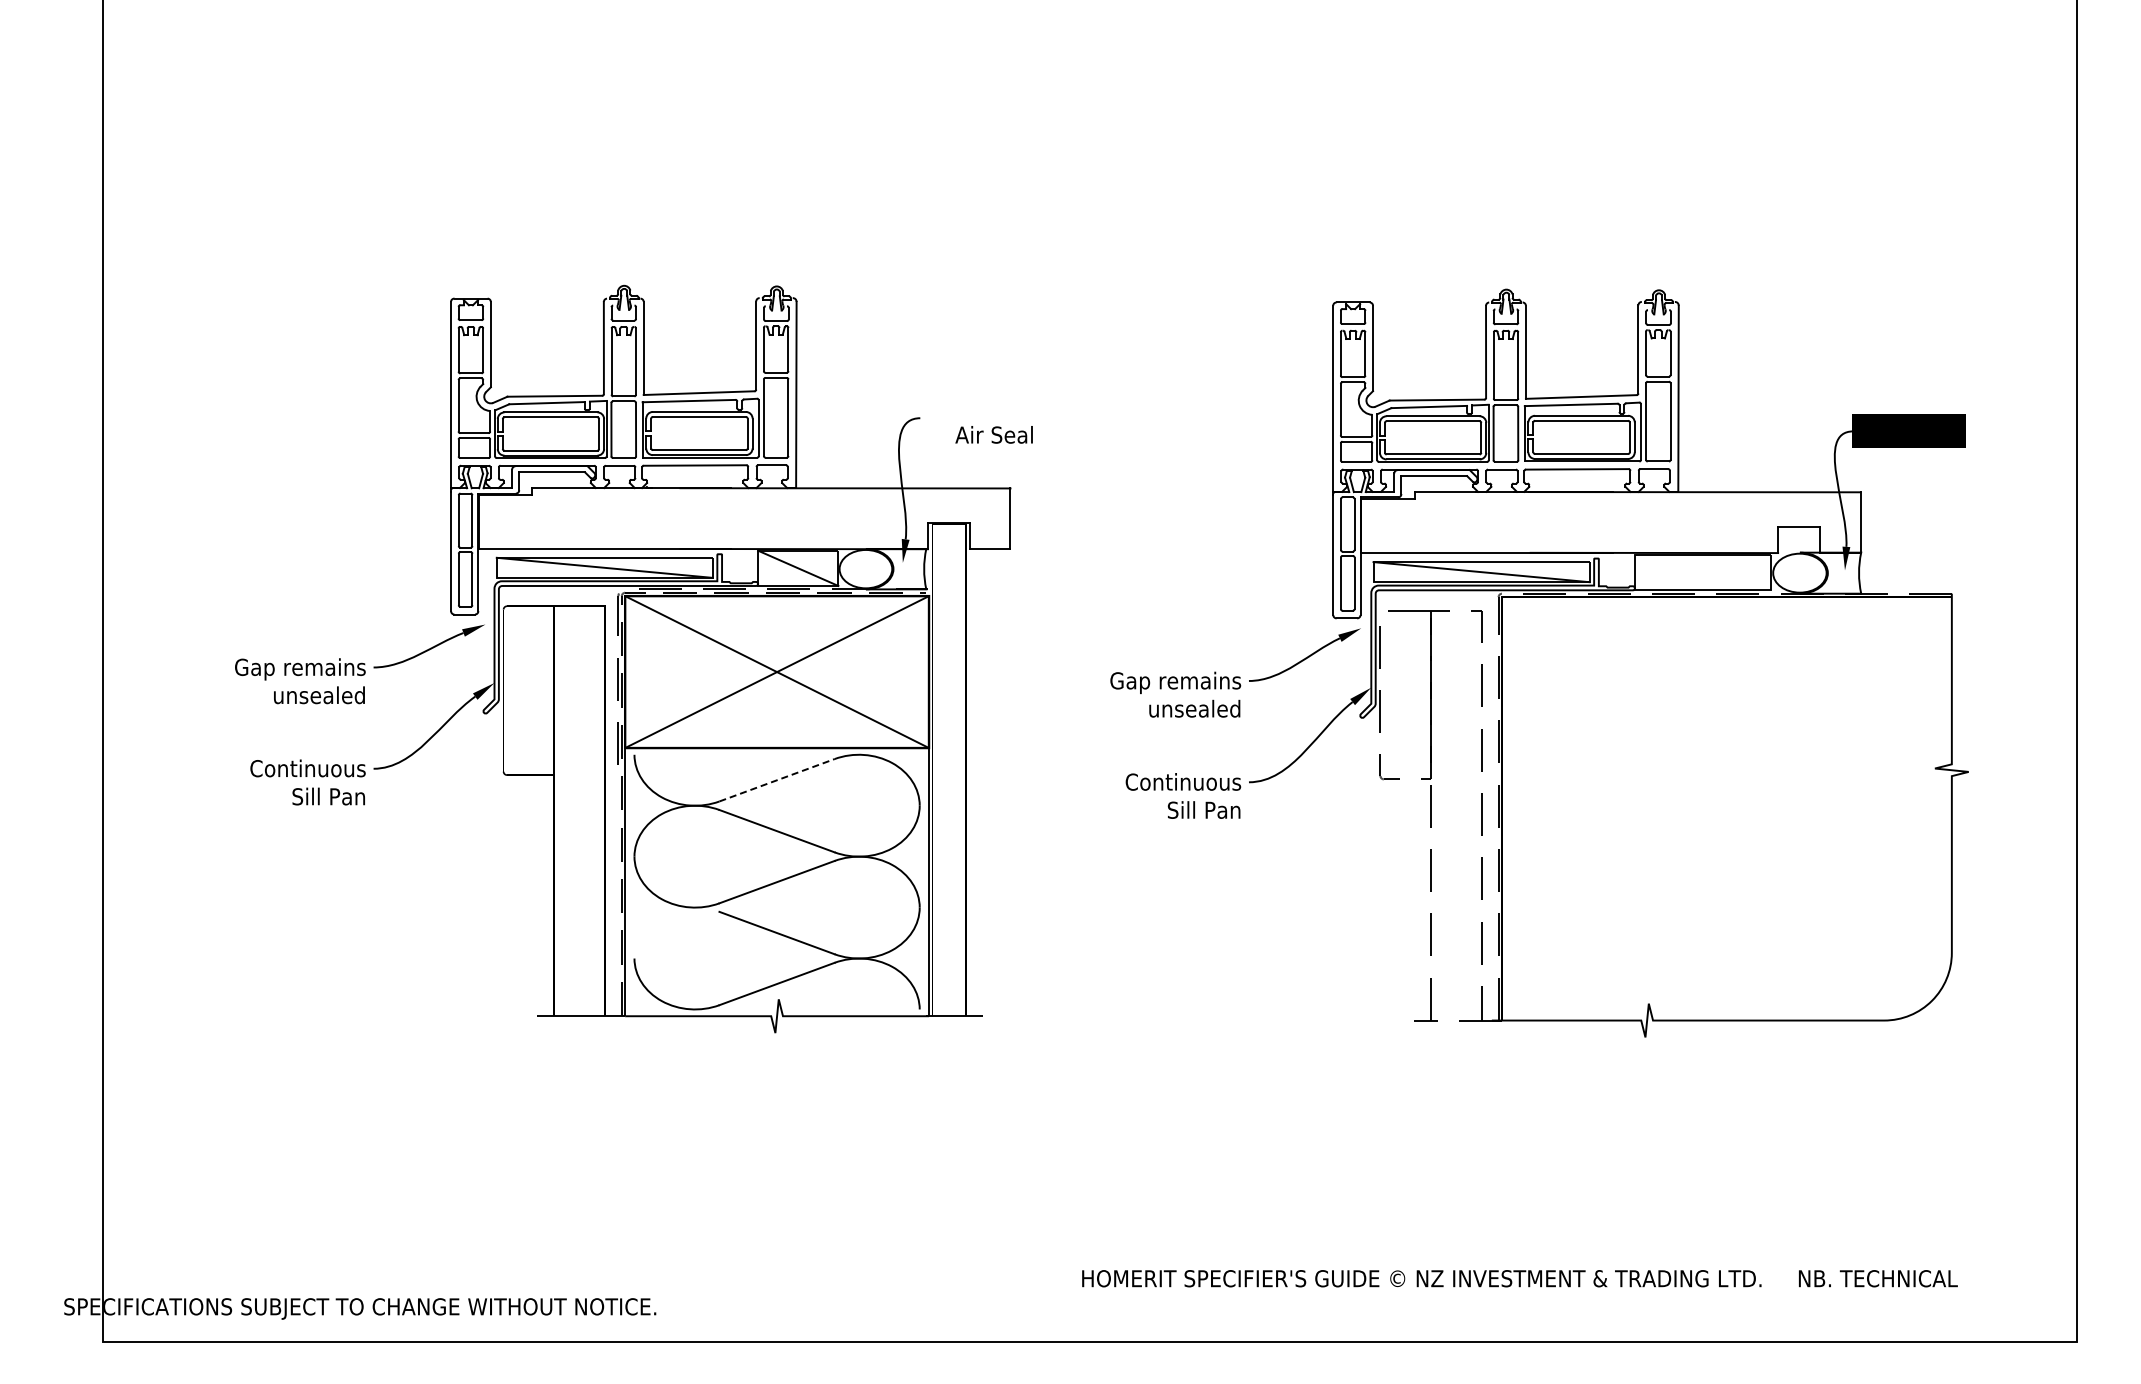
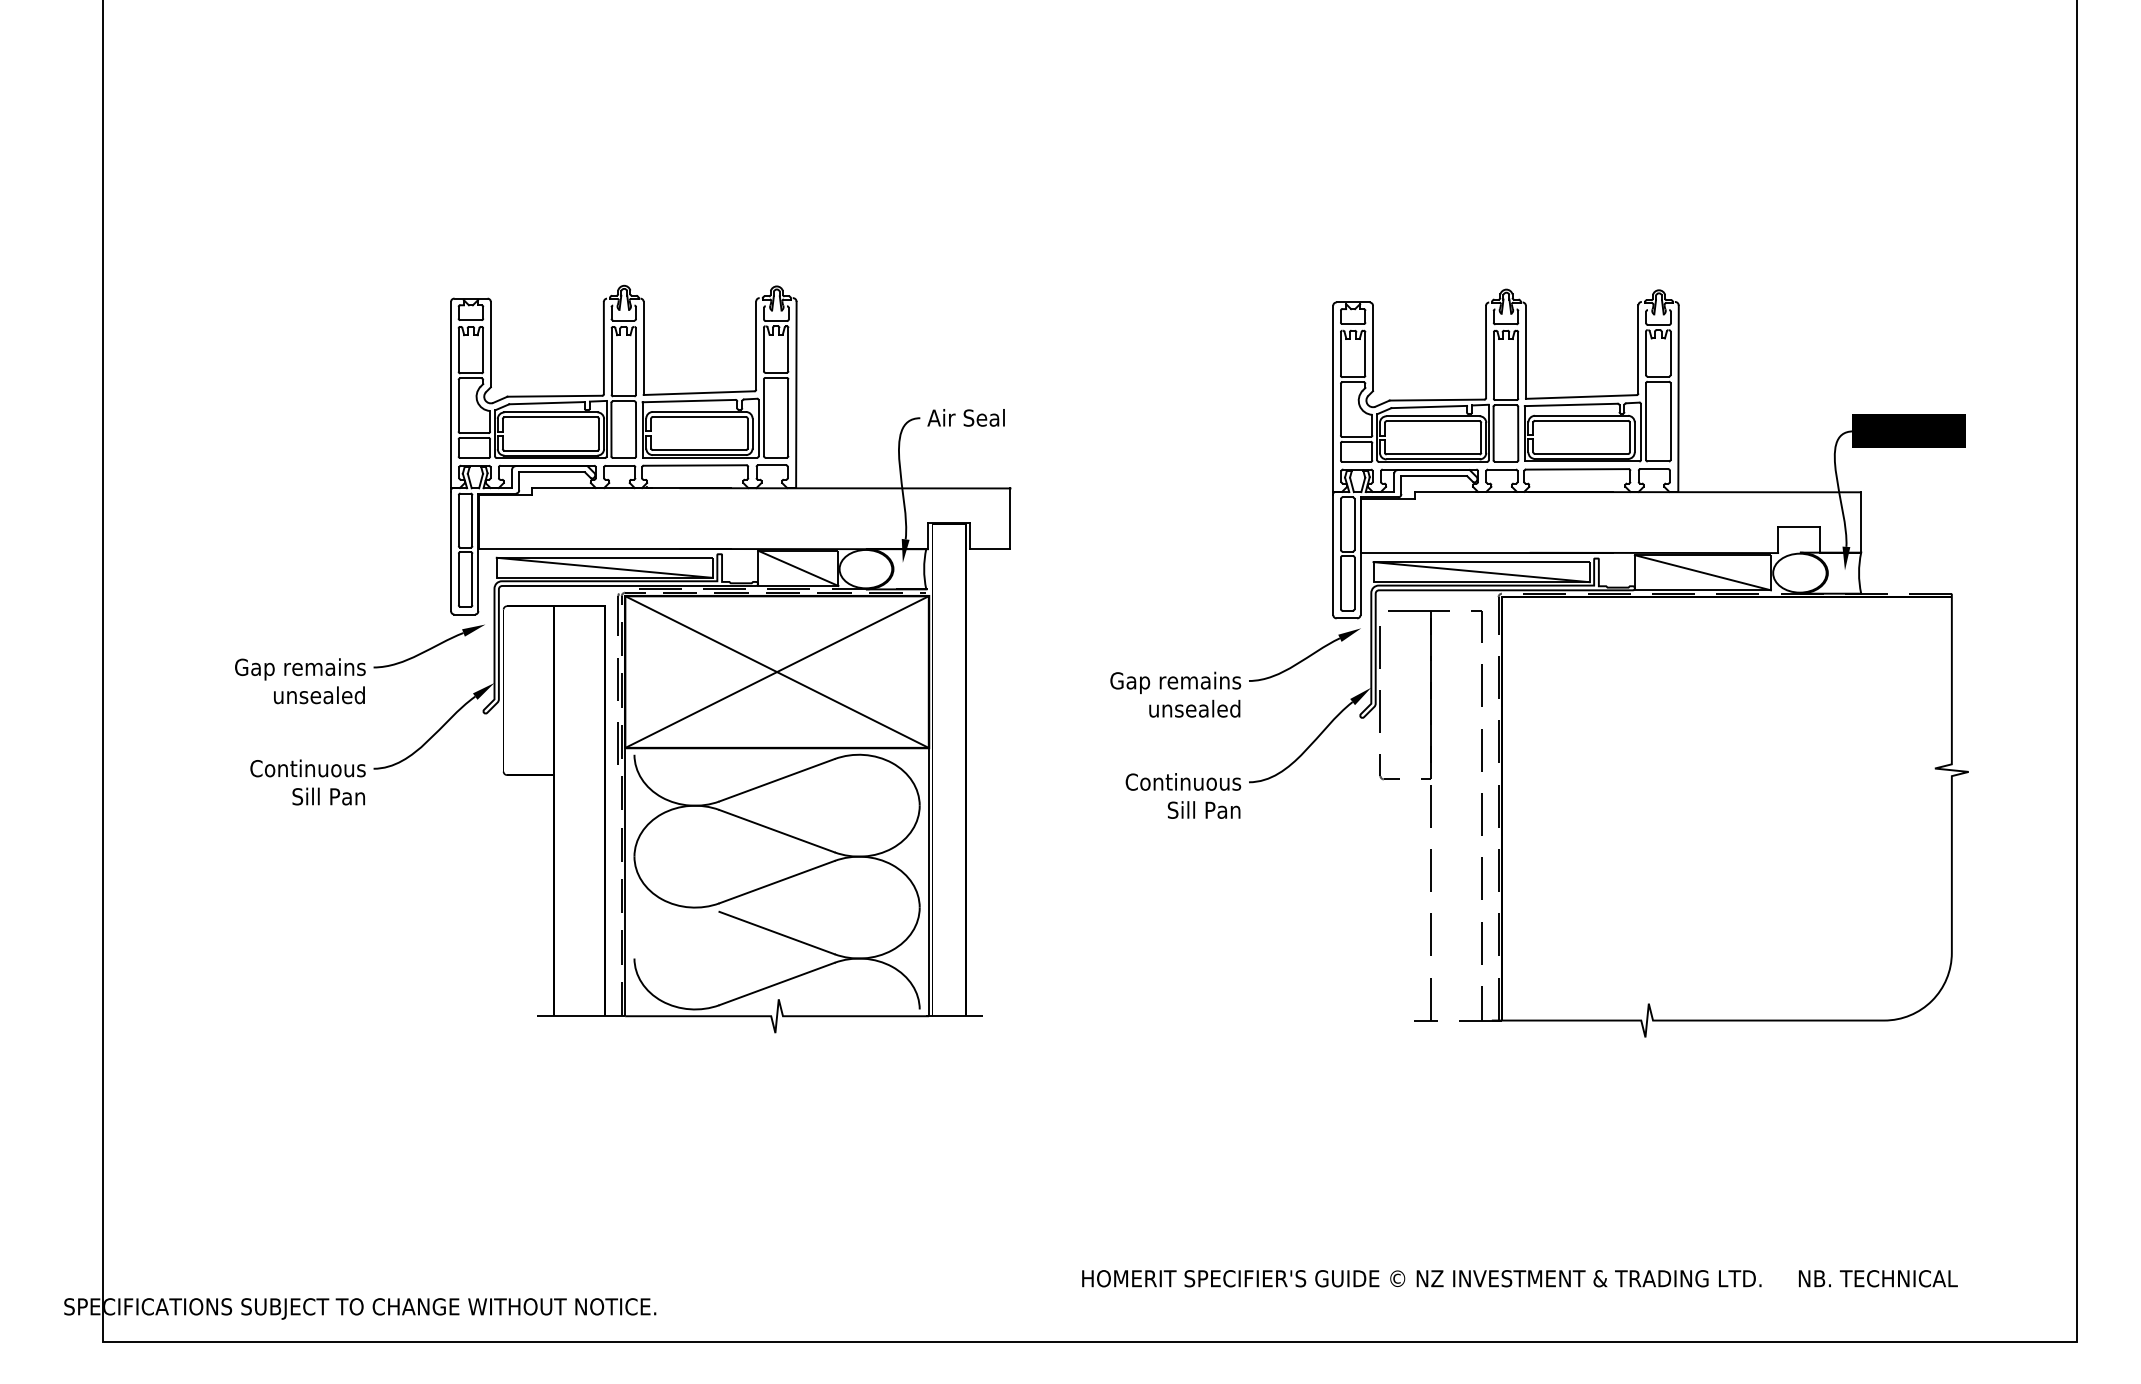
text at (993, 434) position: (993, 434) -> (965, 417)
line at (1702, 572): none -> present
line at (777, 780): dashed -> solid
